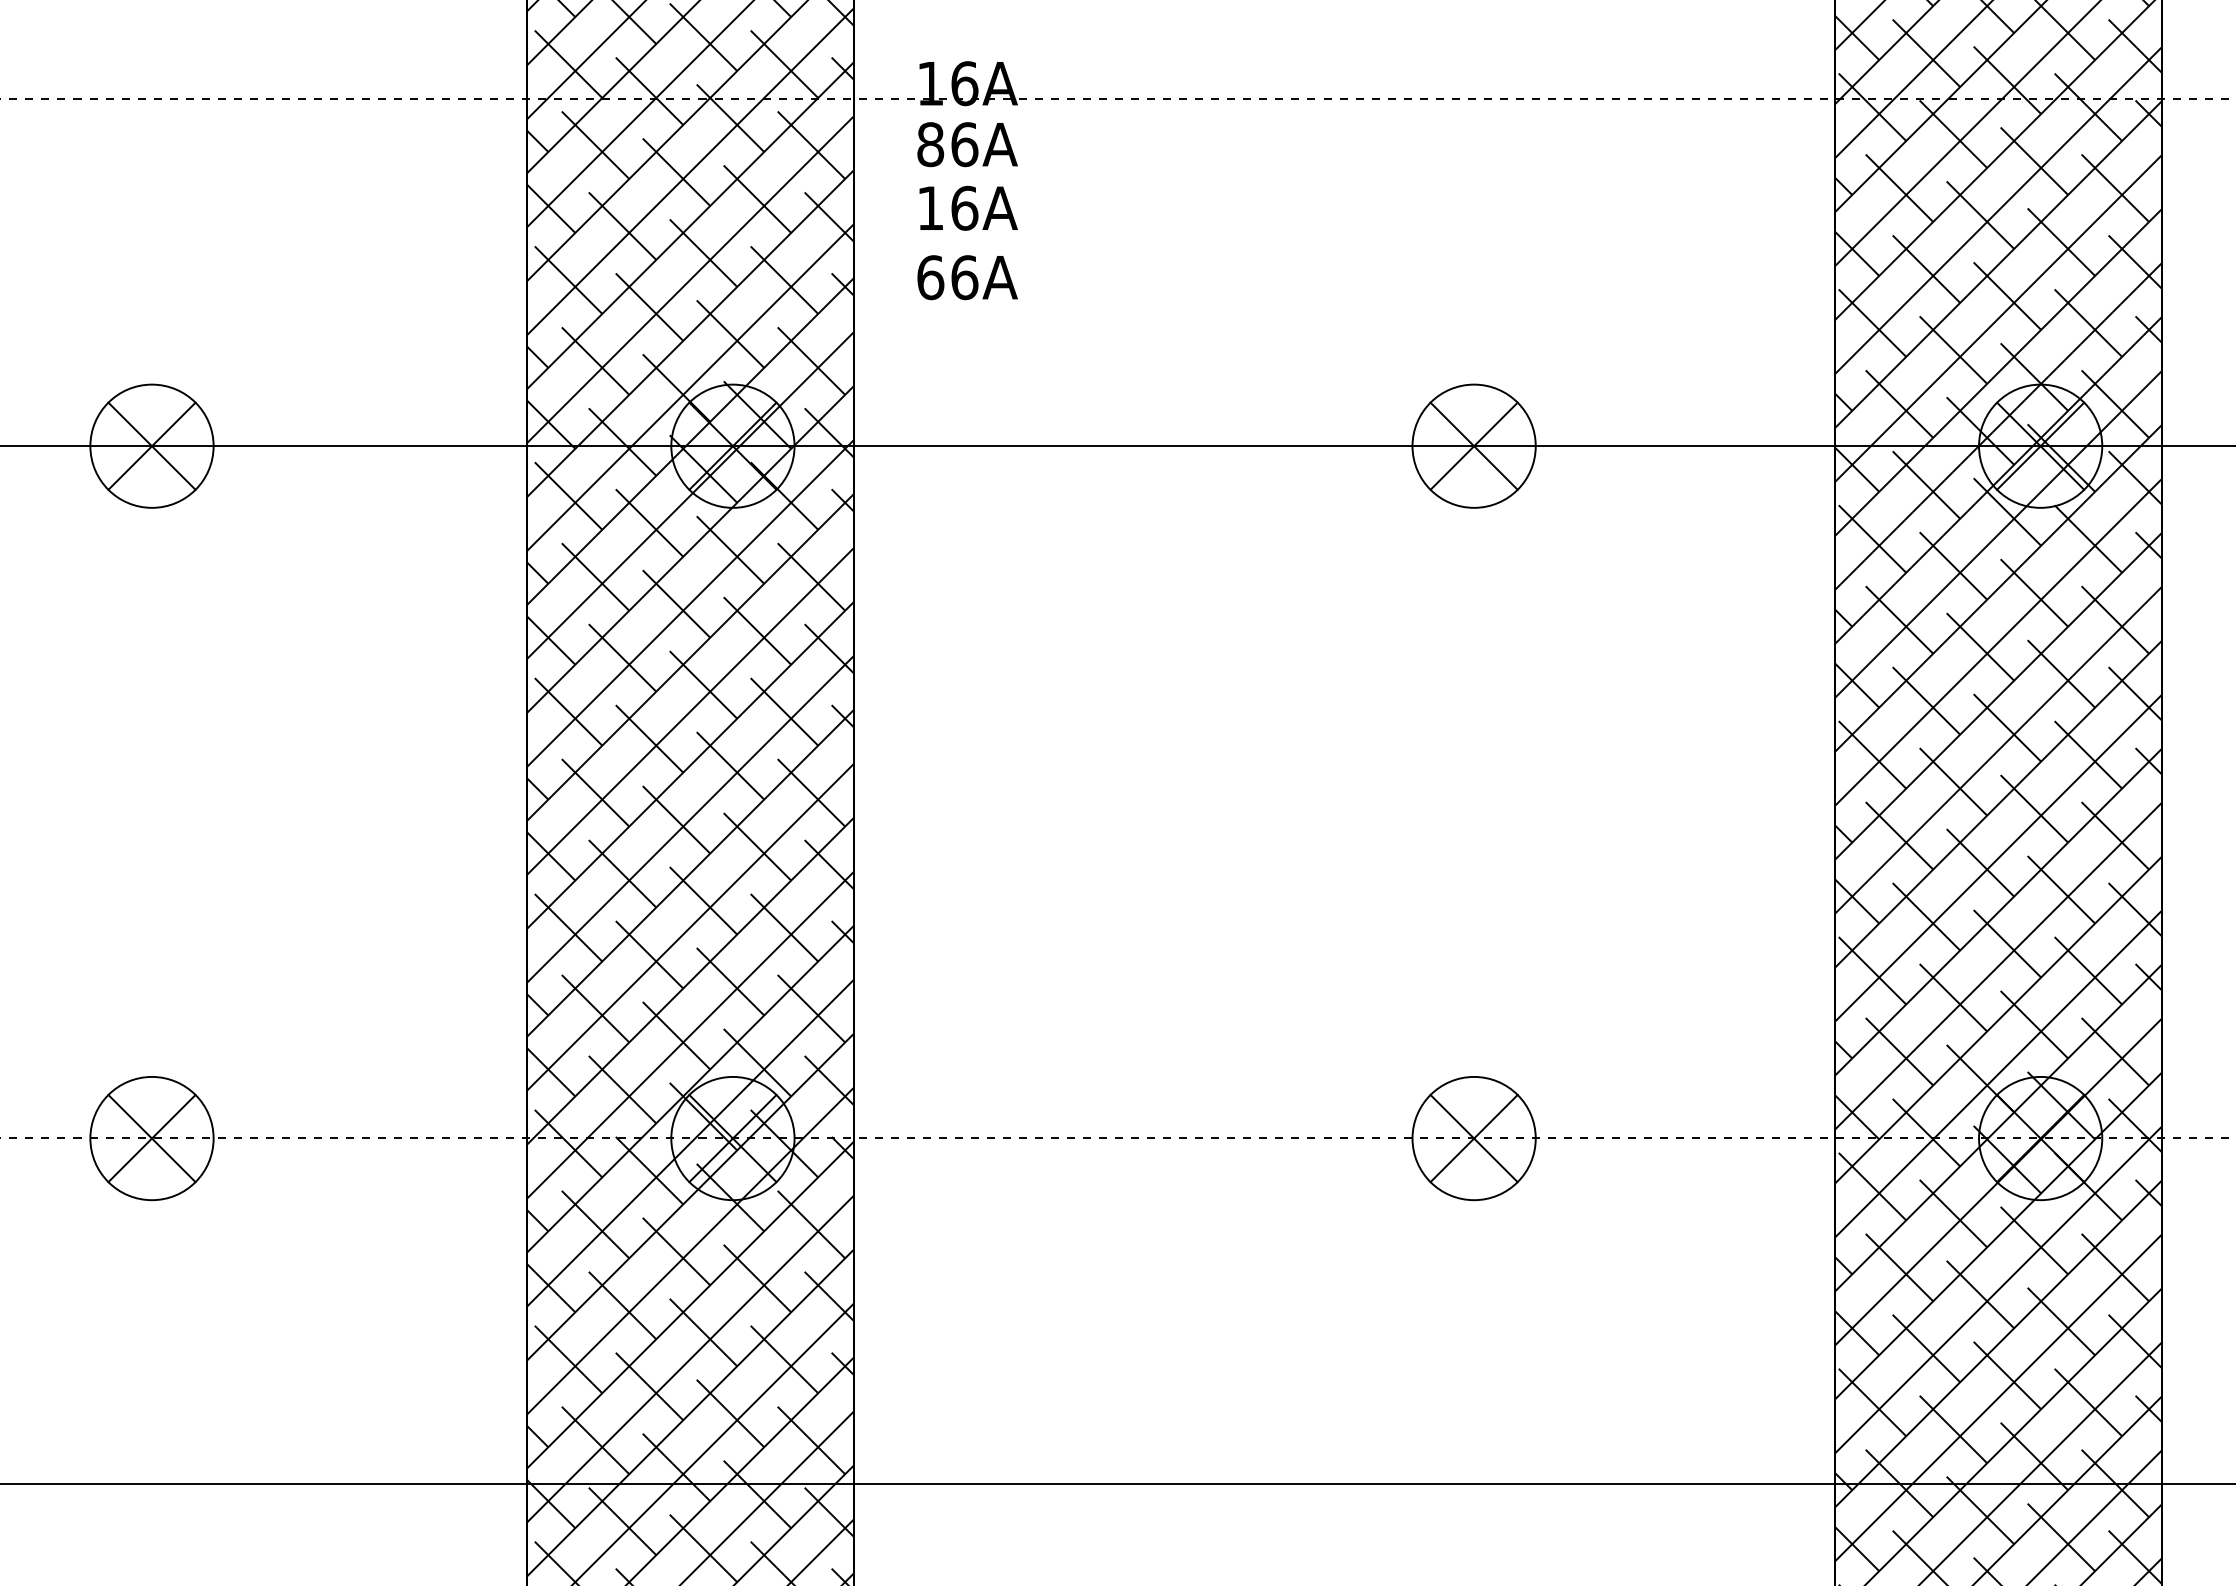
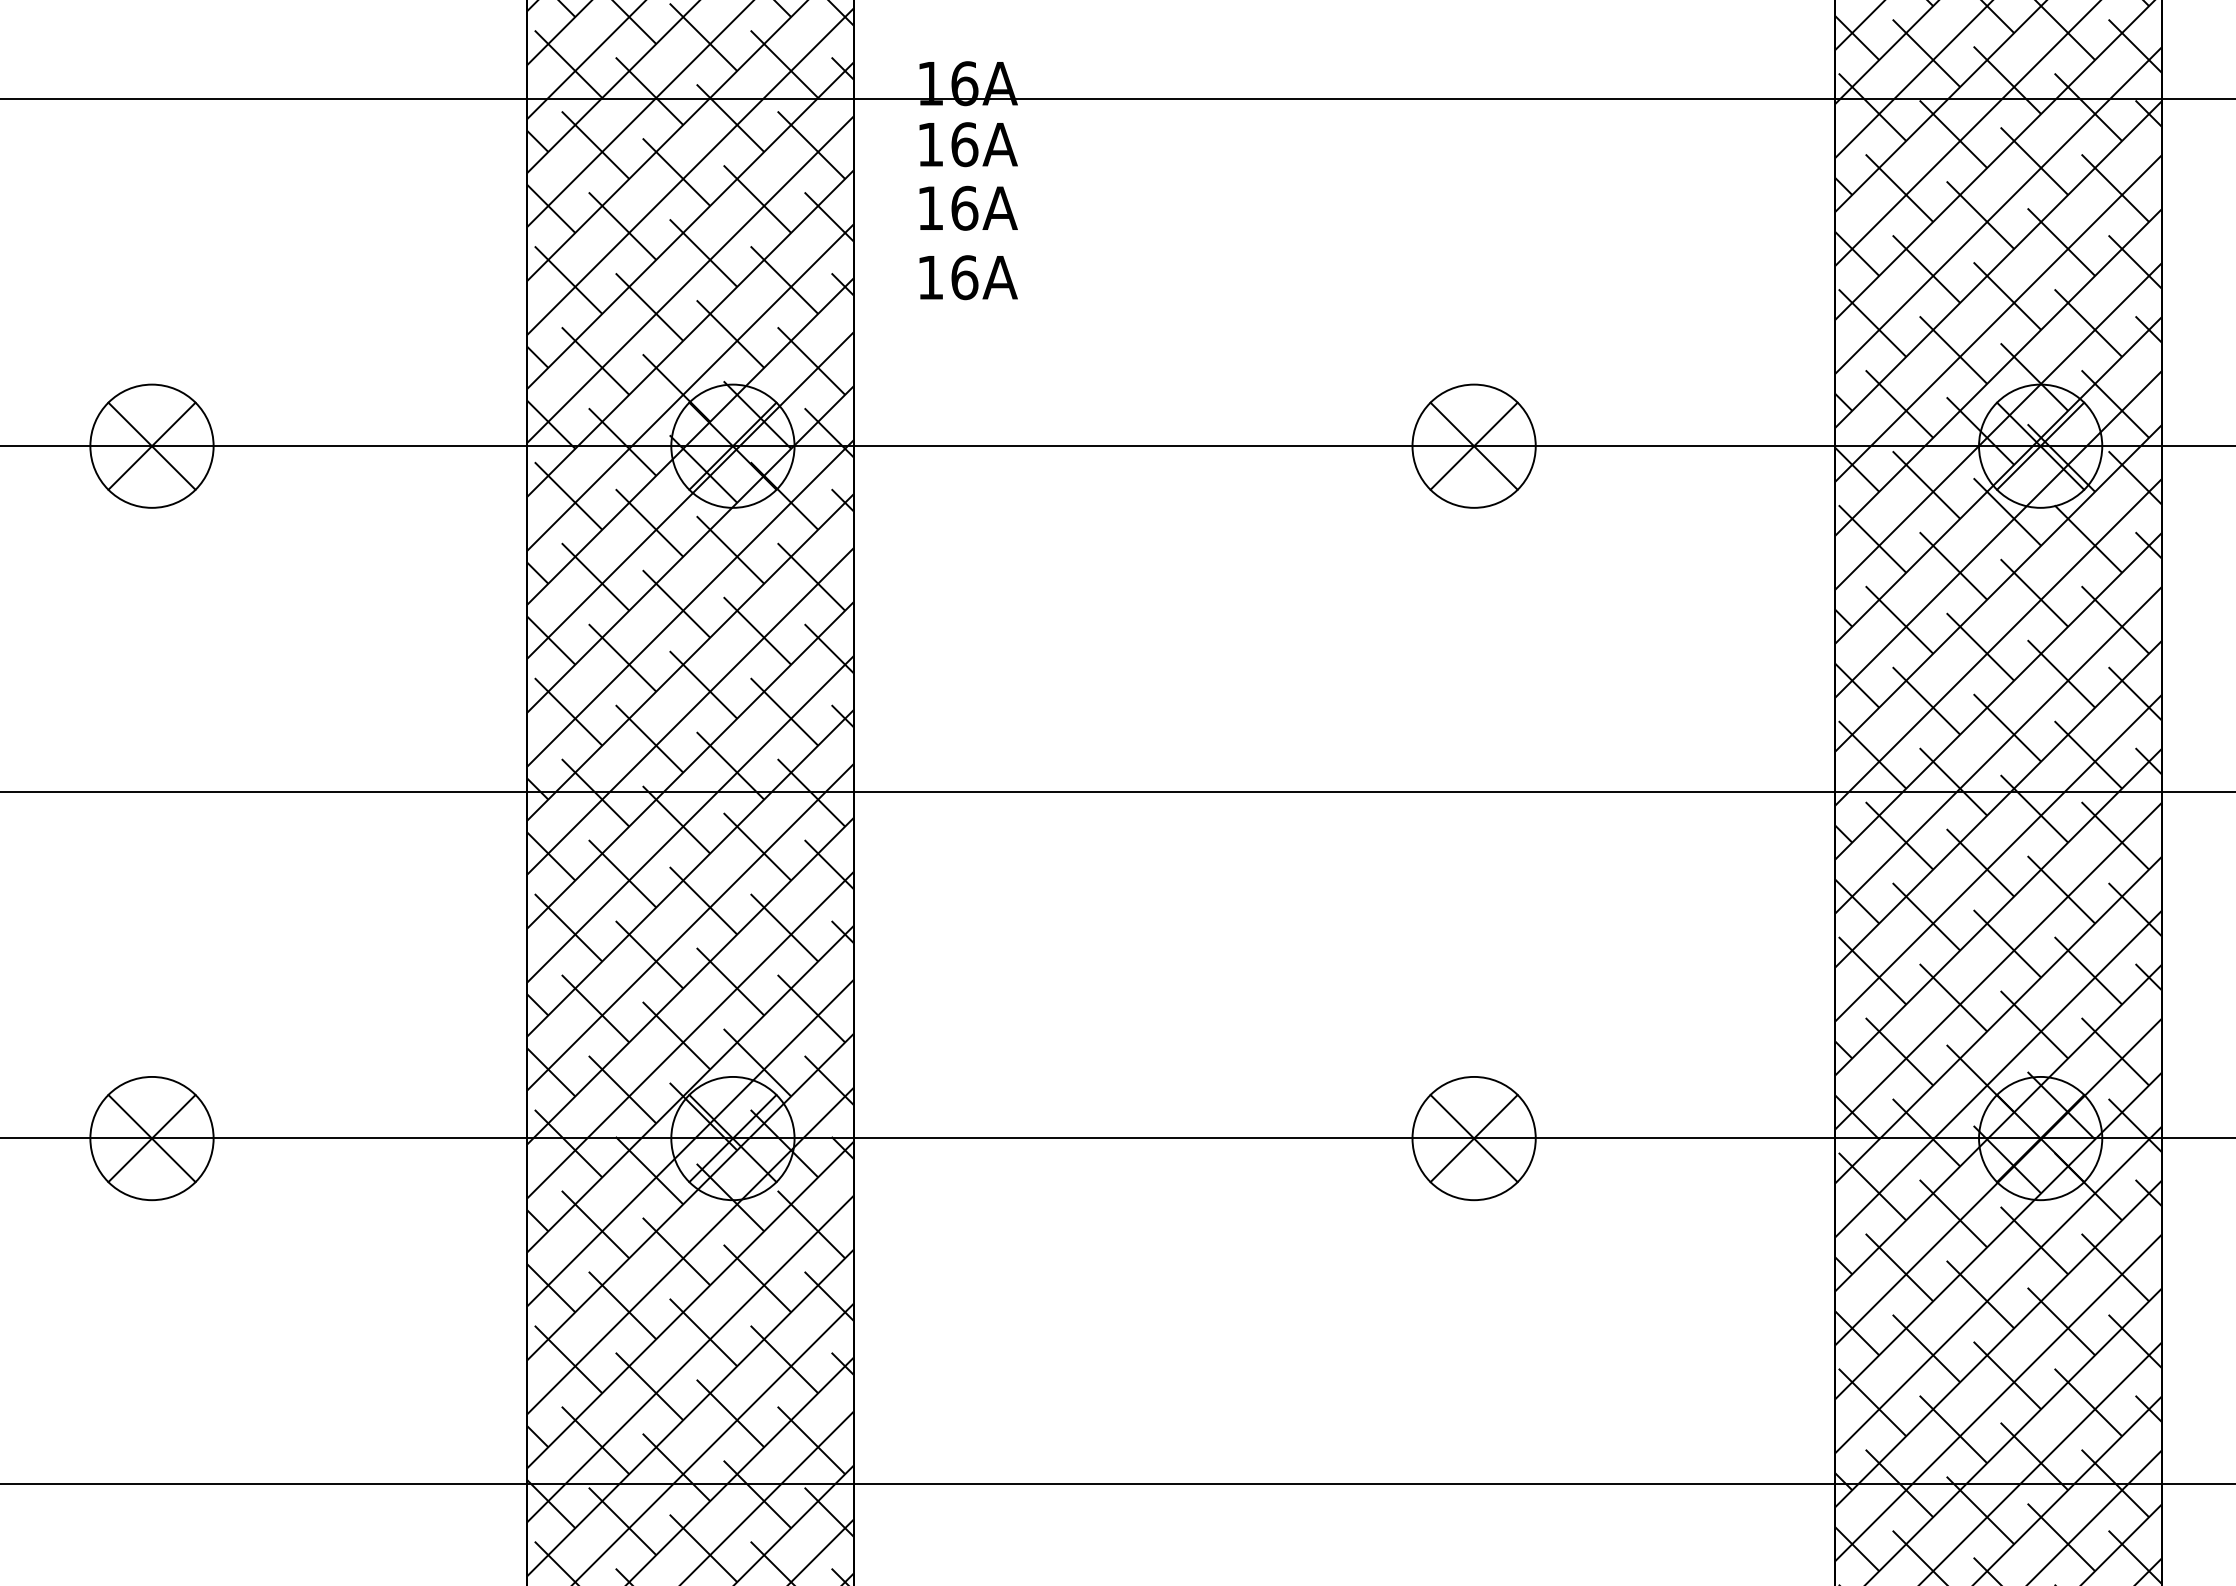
line at (1118, 99): dashed -> solid
text at (930, 144): 86A -> 16A
text at (930, 277): 66A -> 16A
line at (1117, 791): none -> present
line at (1118, 1137): dashed -> solid
